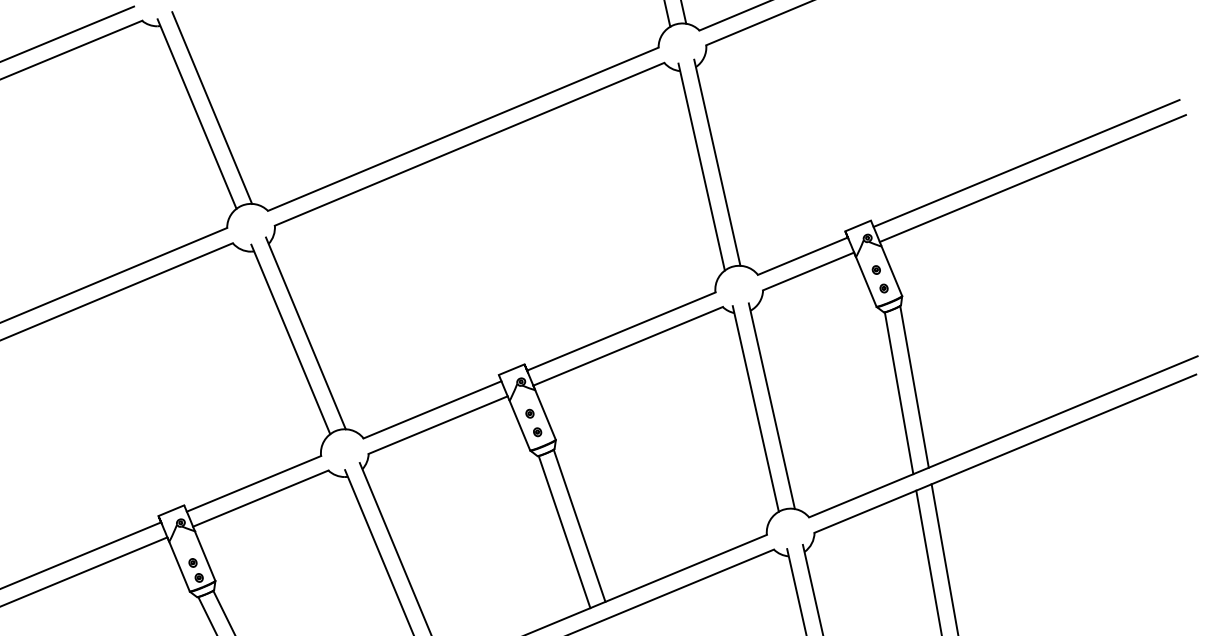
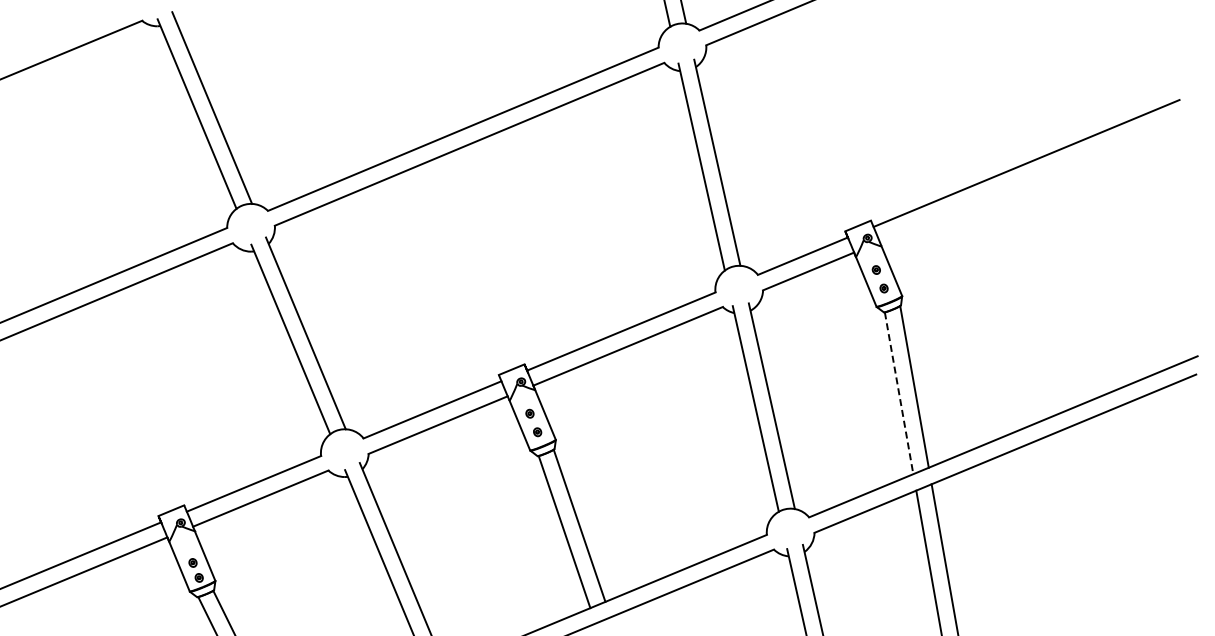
line at (68, 33): present -> none
line at (1032, 178): present -> none
line at (899, 393): solid -> dashed
